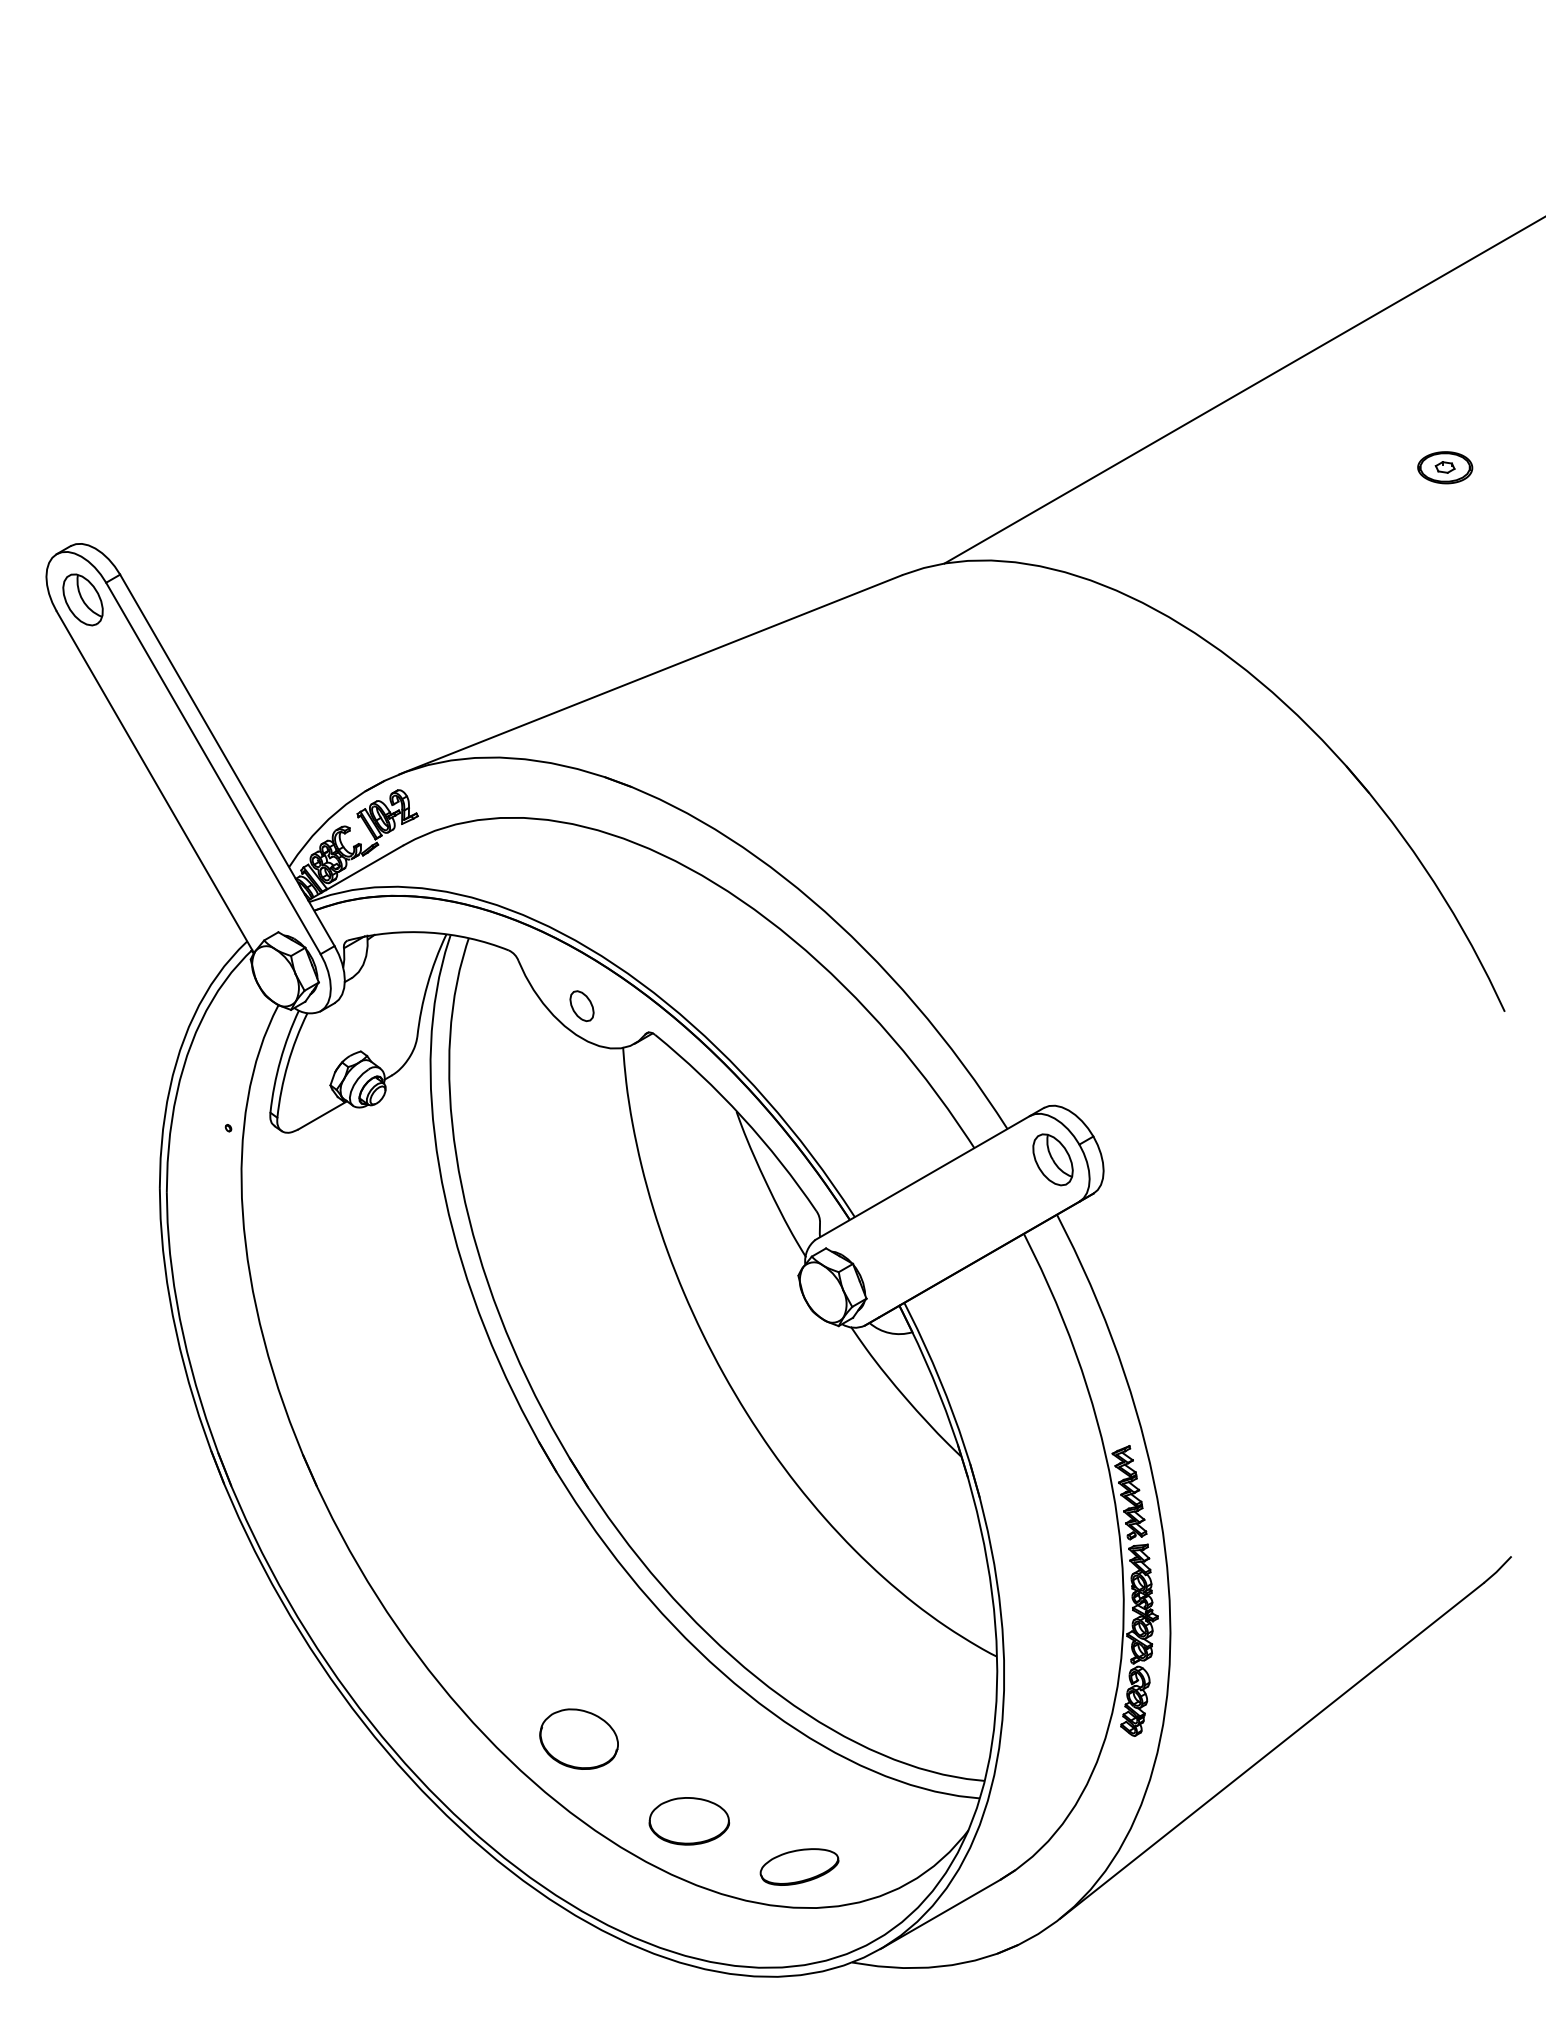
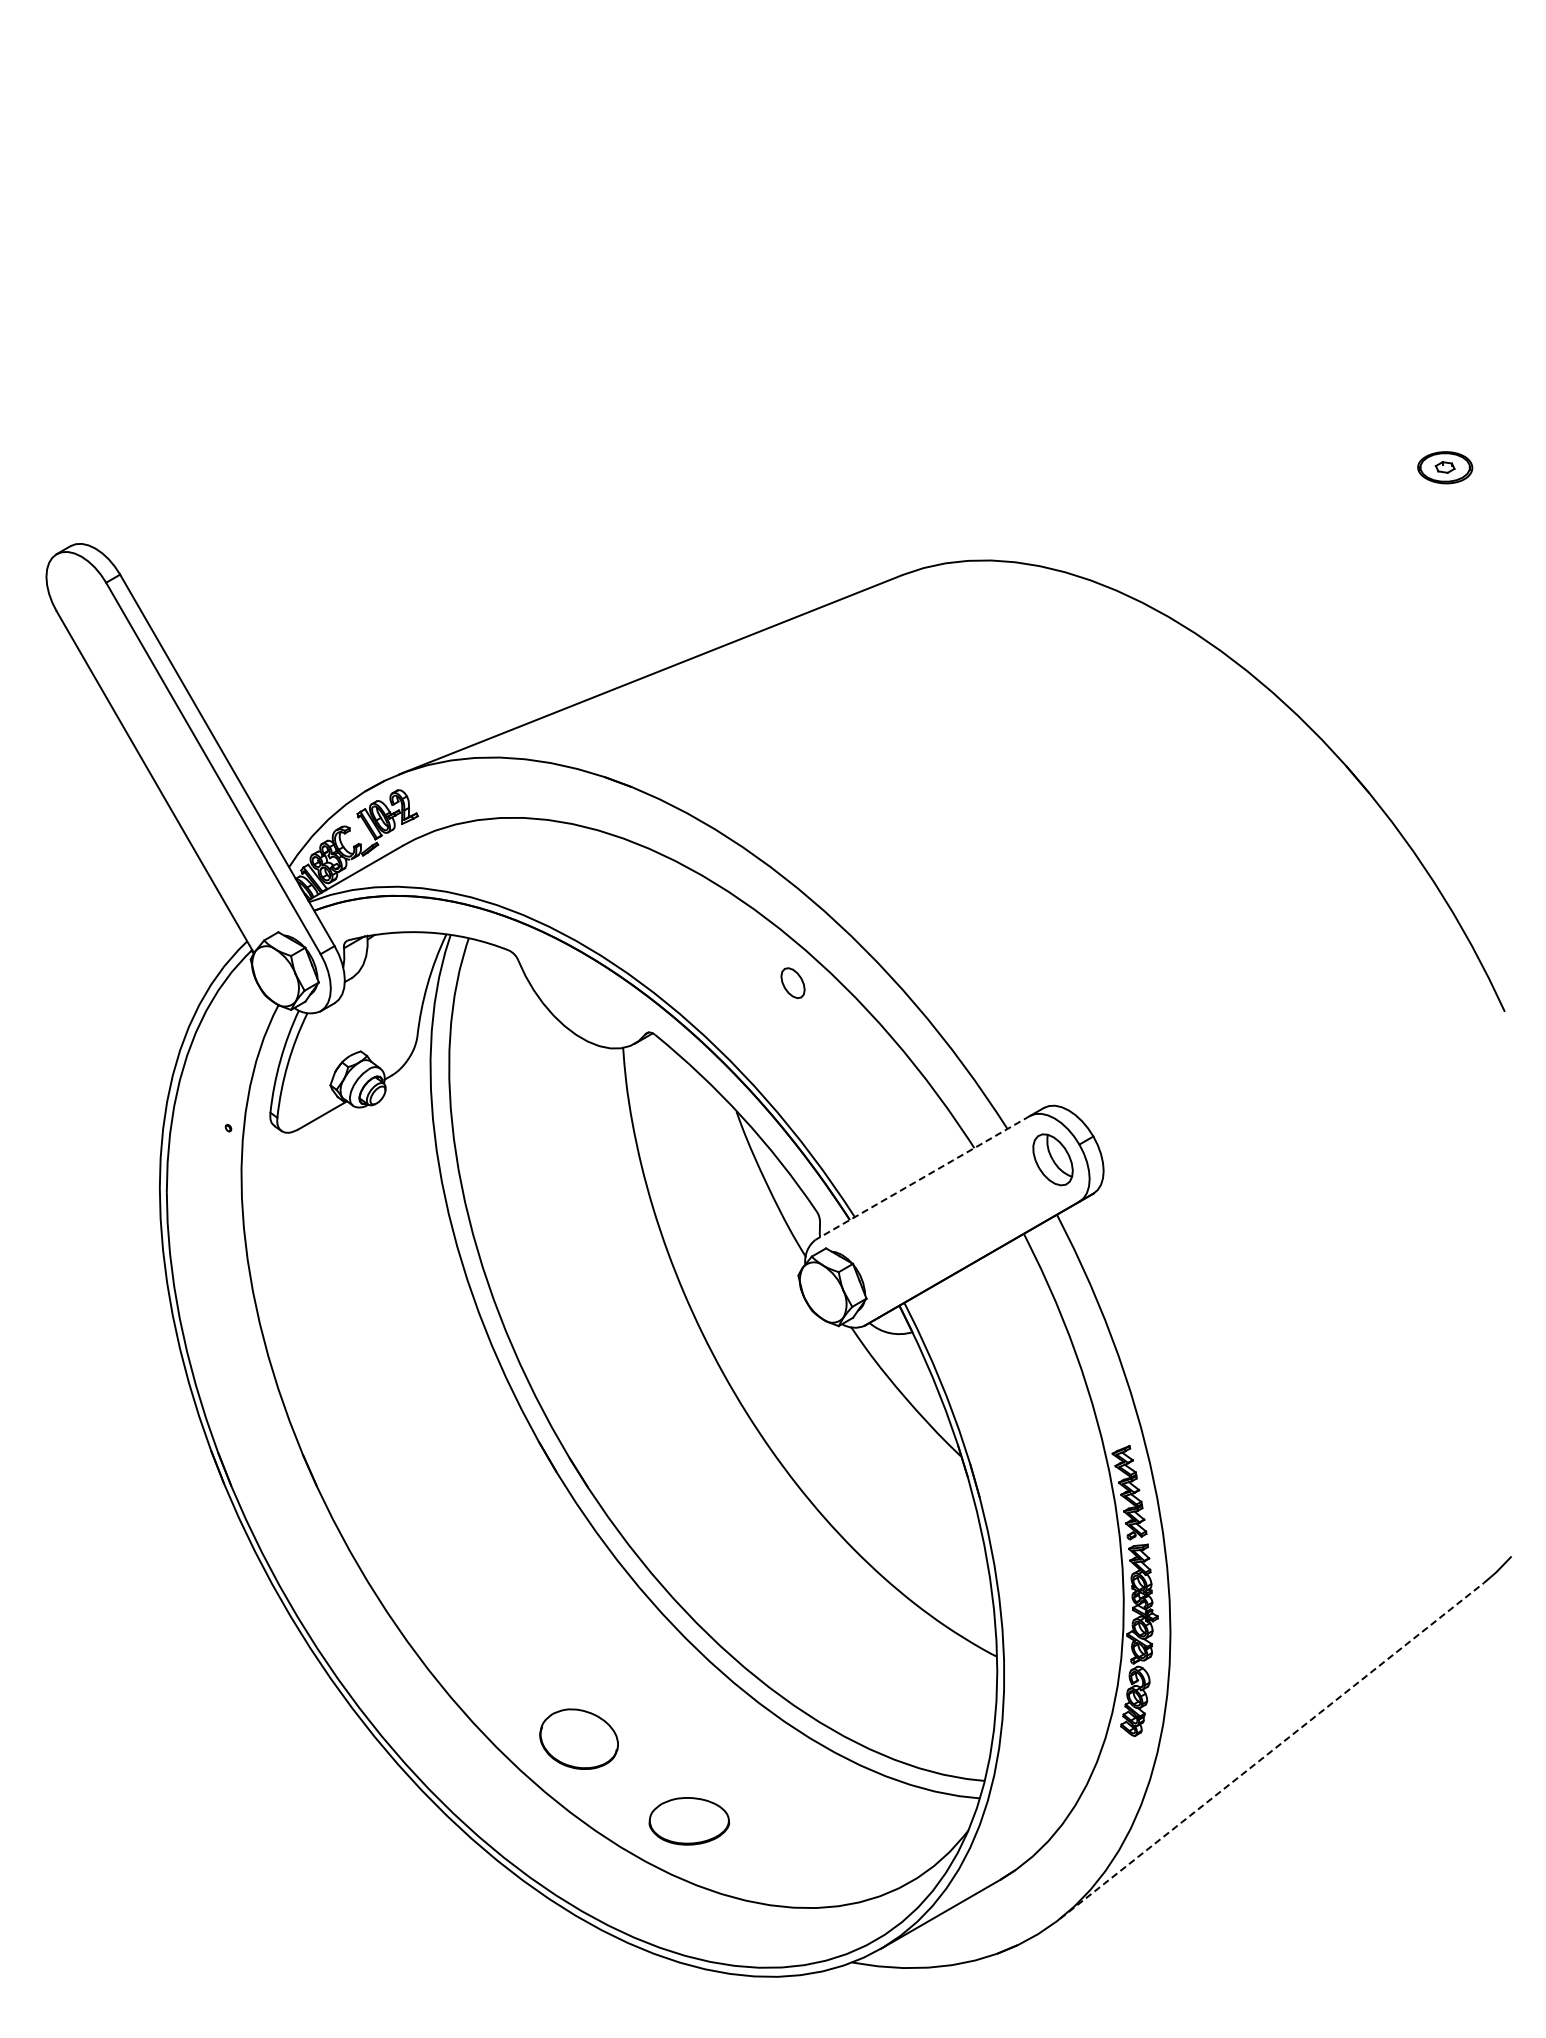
line at (1243, 390): present -> none
part at (82, 599): present -> none
part at (581, 1006) position: (581, 1006) -> (792, 983)
line at (922, 1177): solid -> dashed
line at (1272, 1750): solid -> dashed
part at (799, 1866): present -> none
